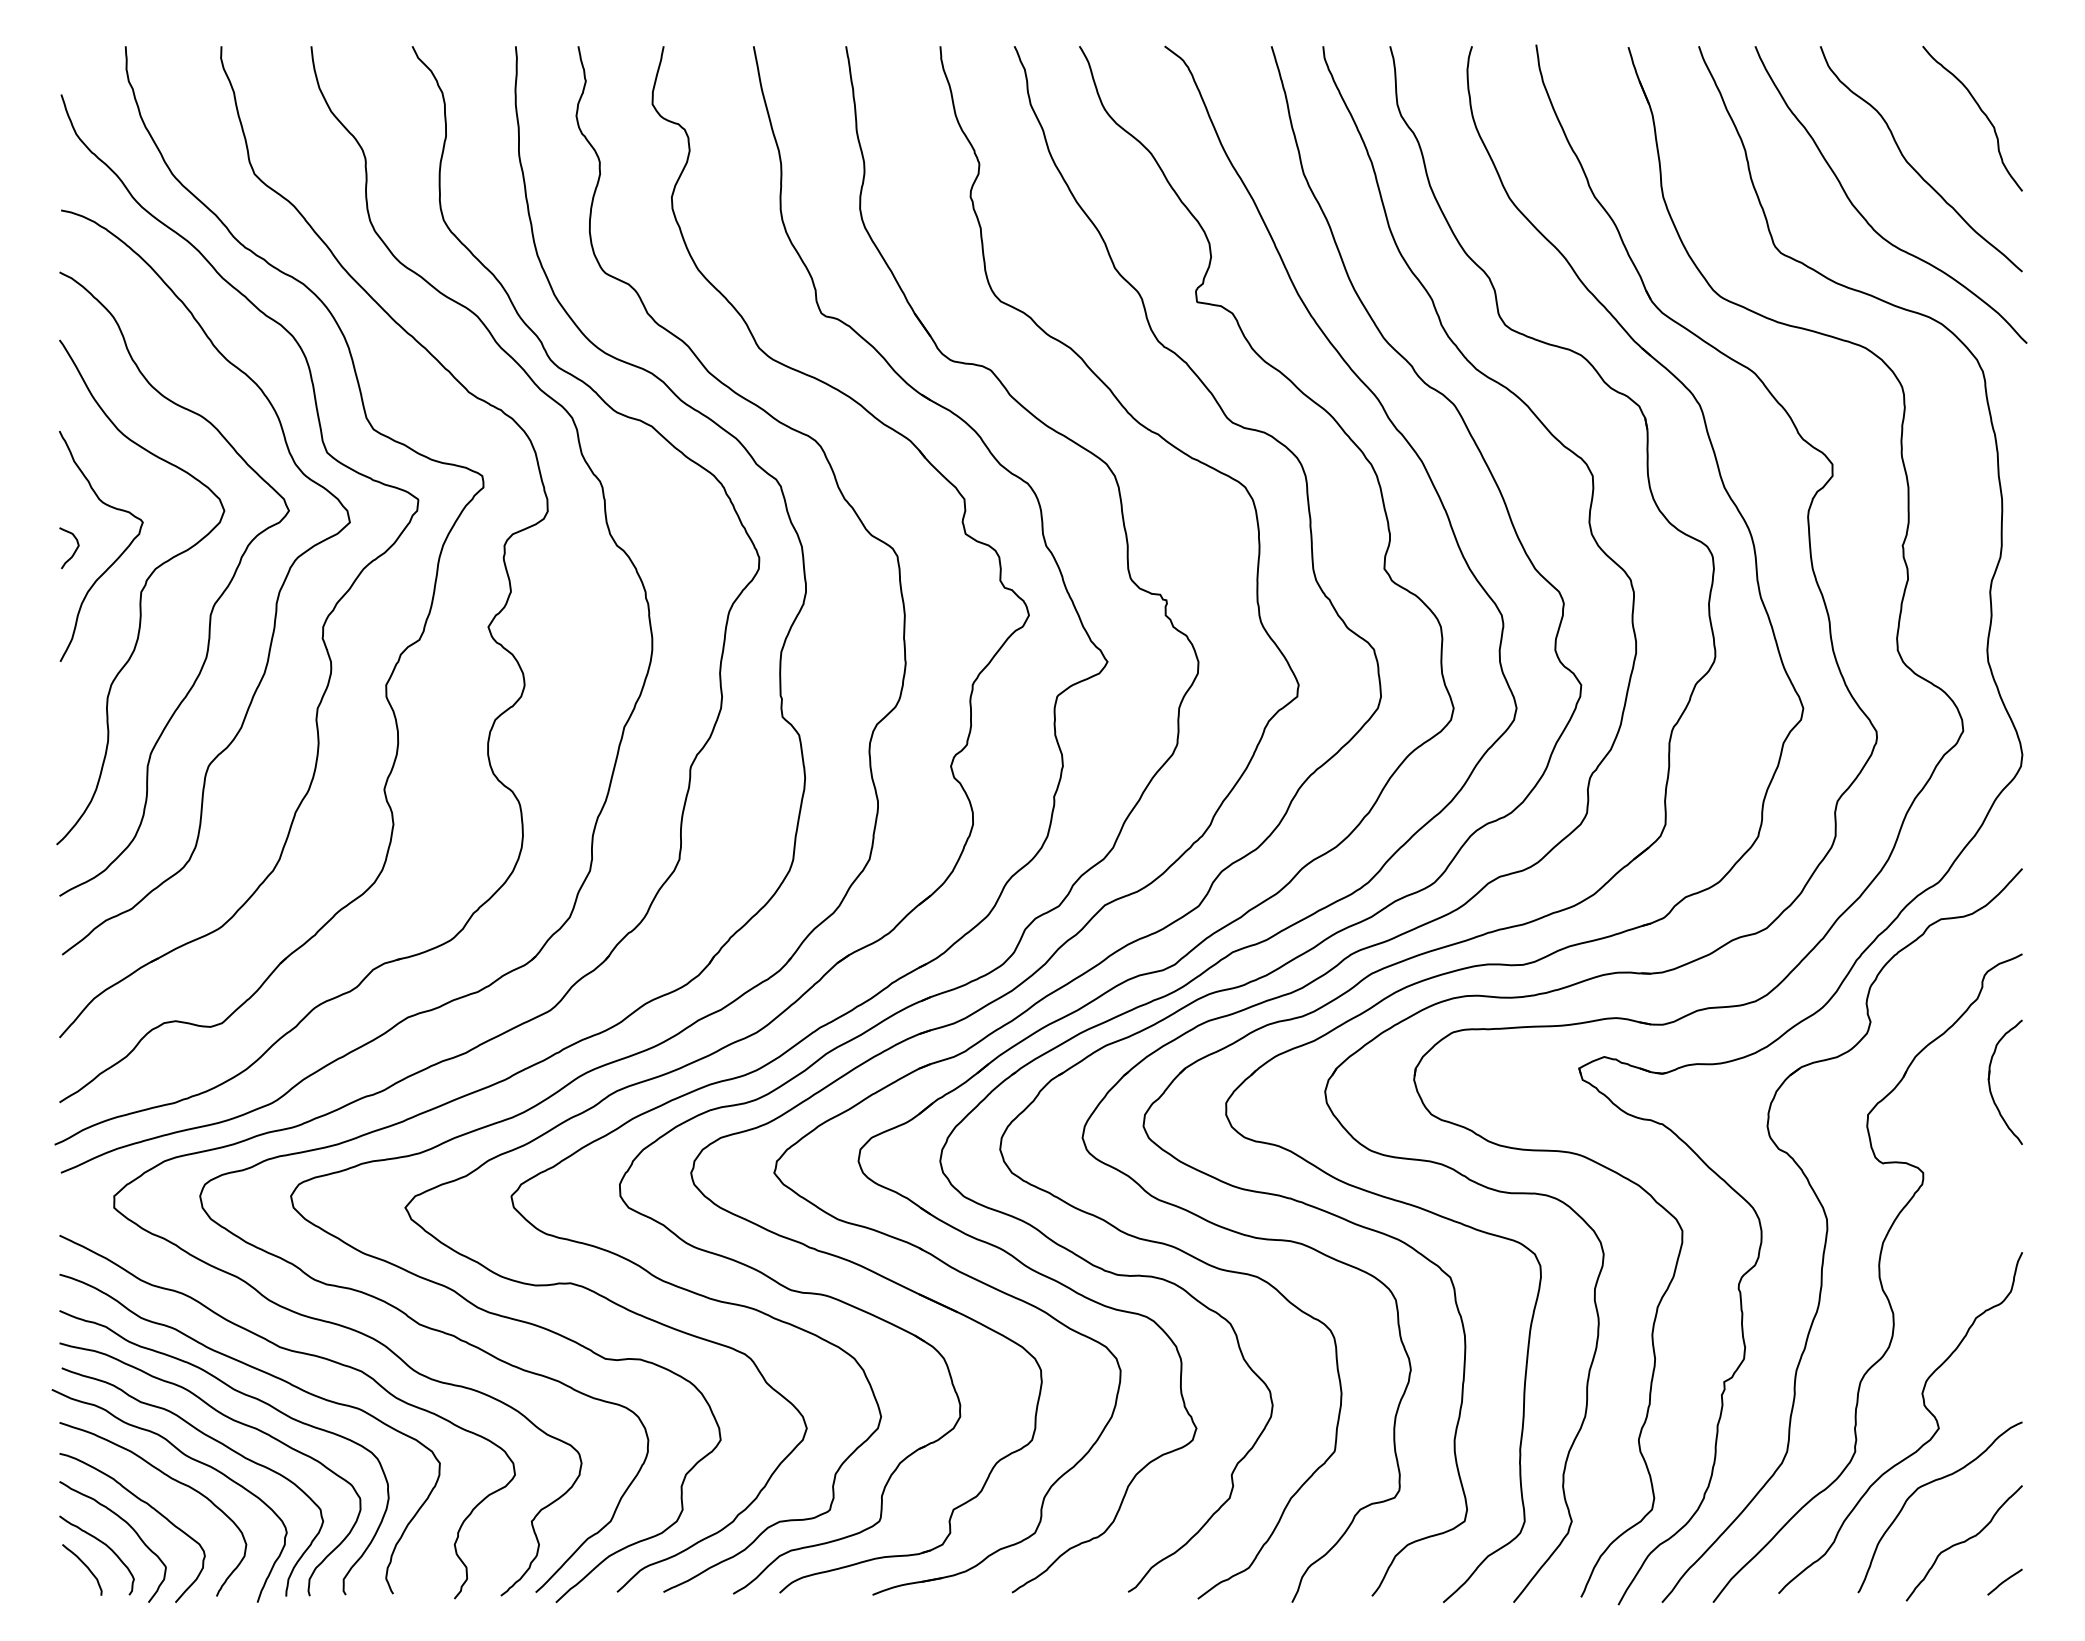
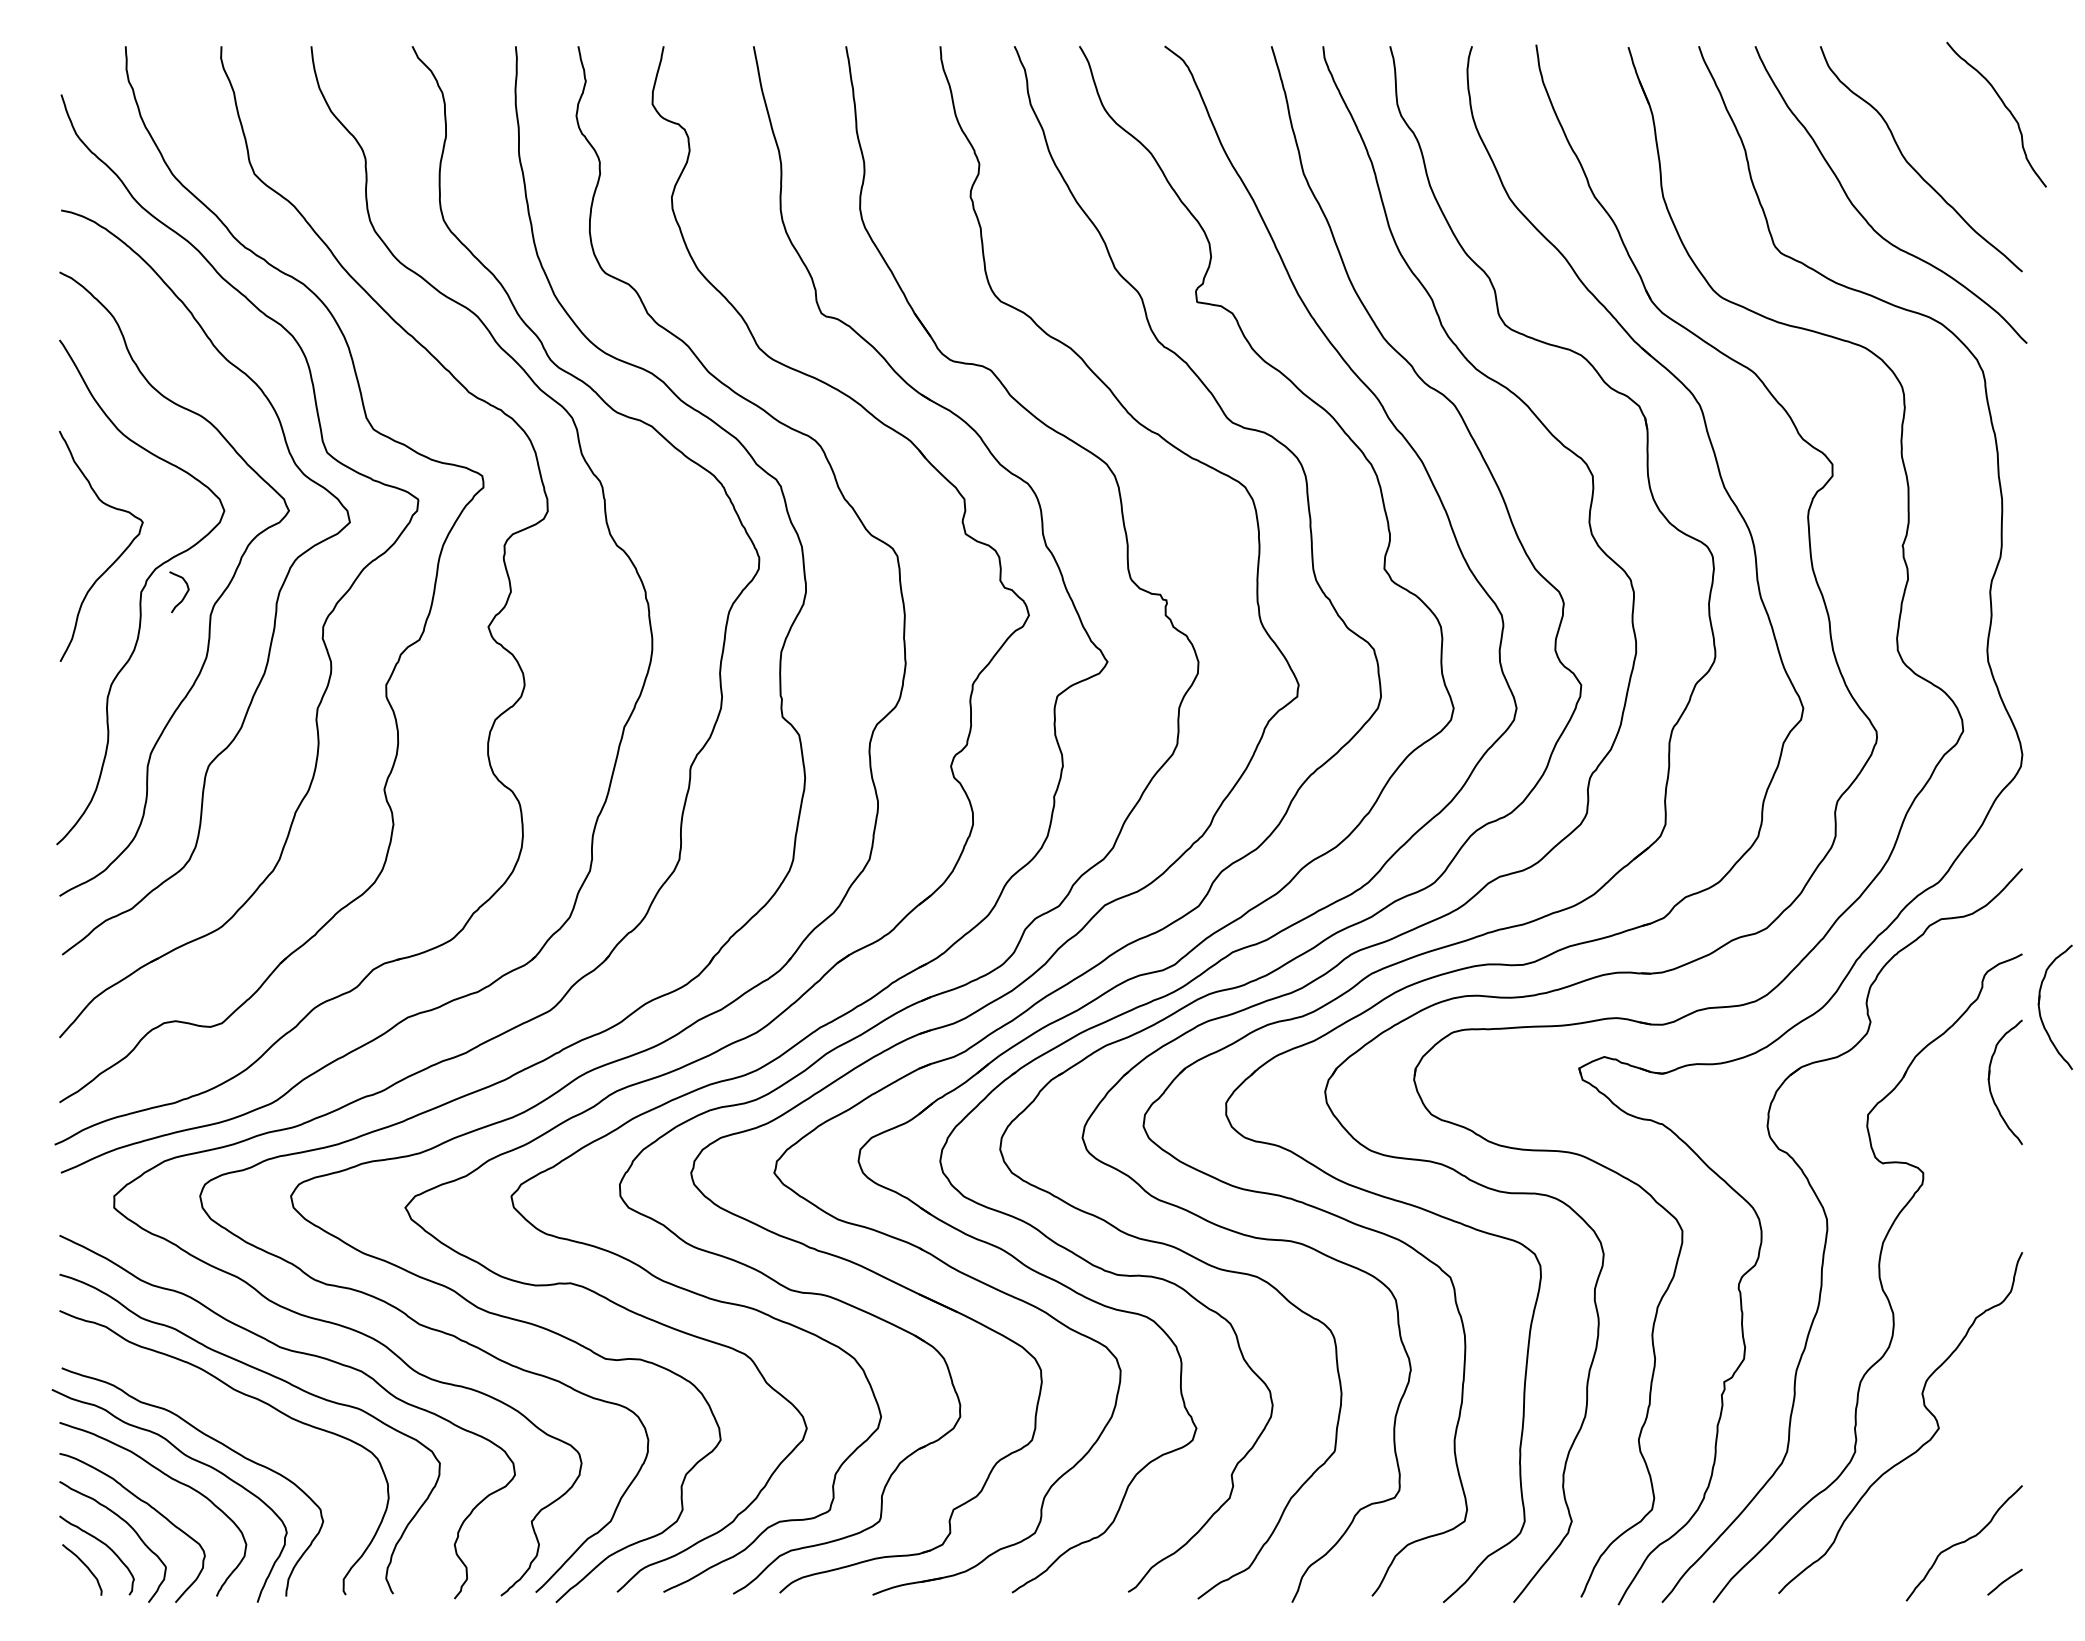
curve at (1980, 110) position: (1980, 110) -> (2004, 106)
curve at (74, 550) position: (74, 550) -> (184, 594)
part at (2040, 1008): none -> present
curve at (233, 1421): present -> none
curve at (1928, 1484): present -> none
